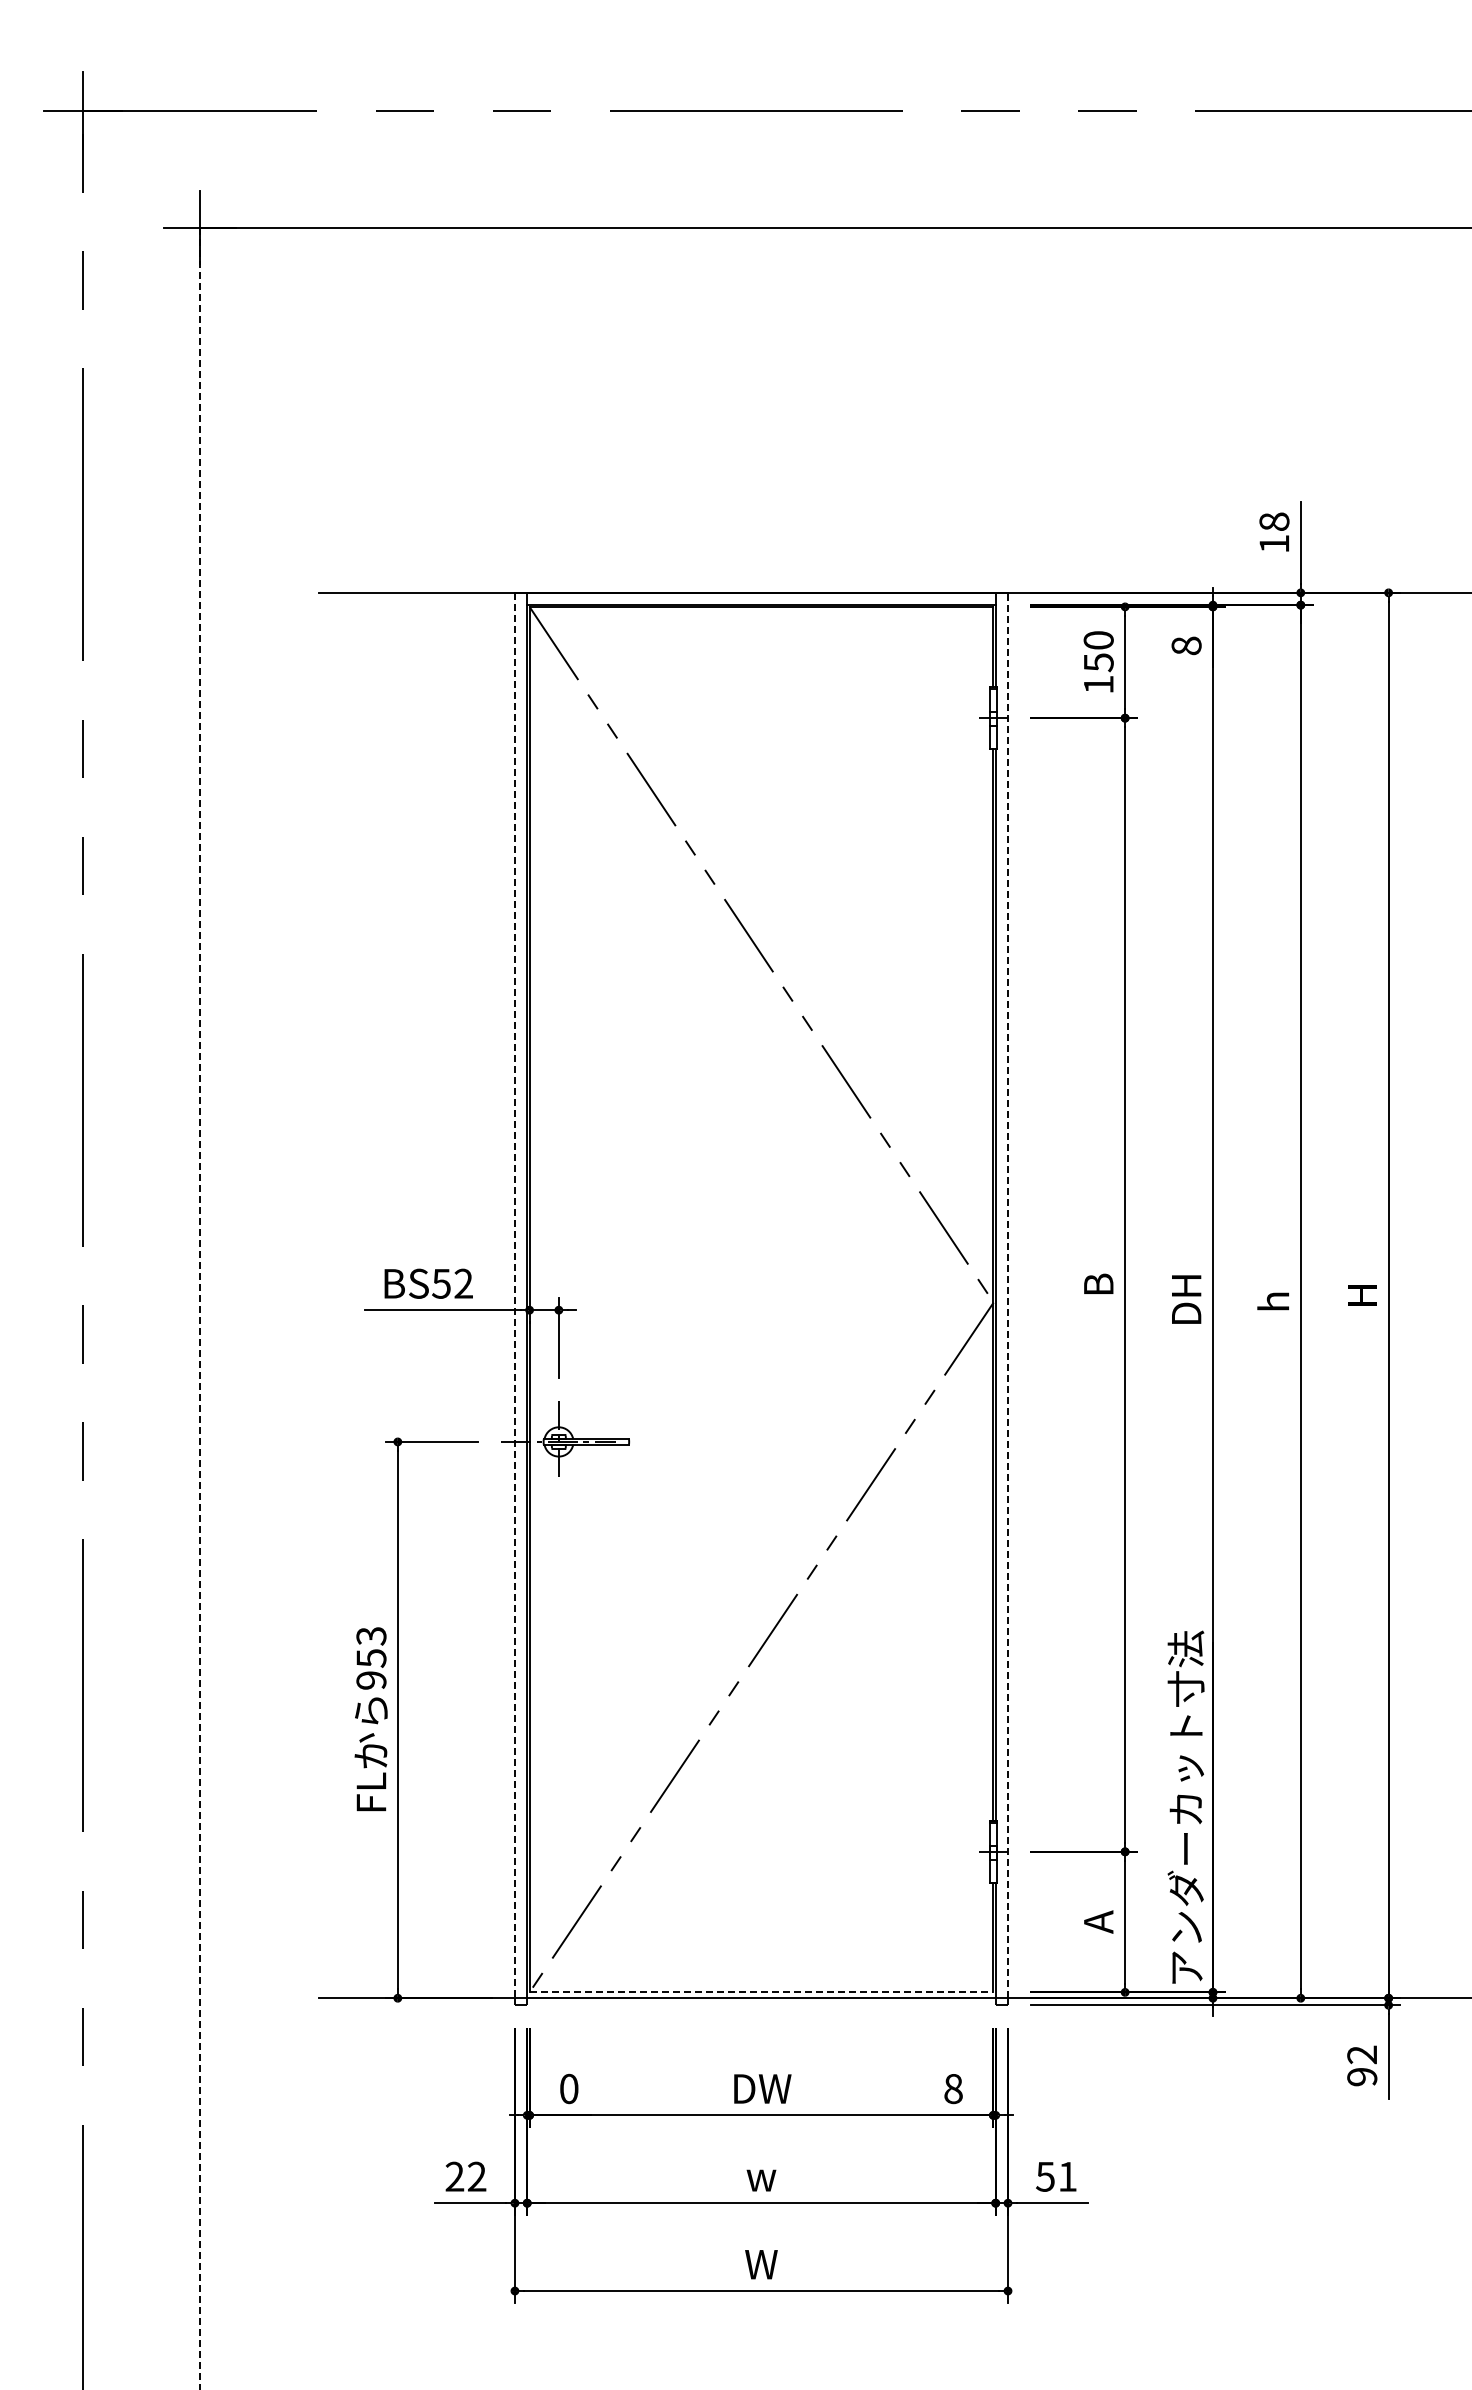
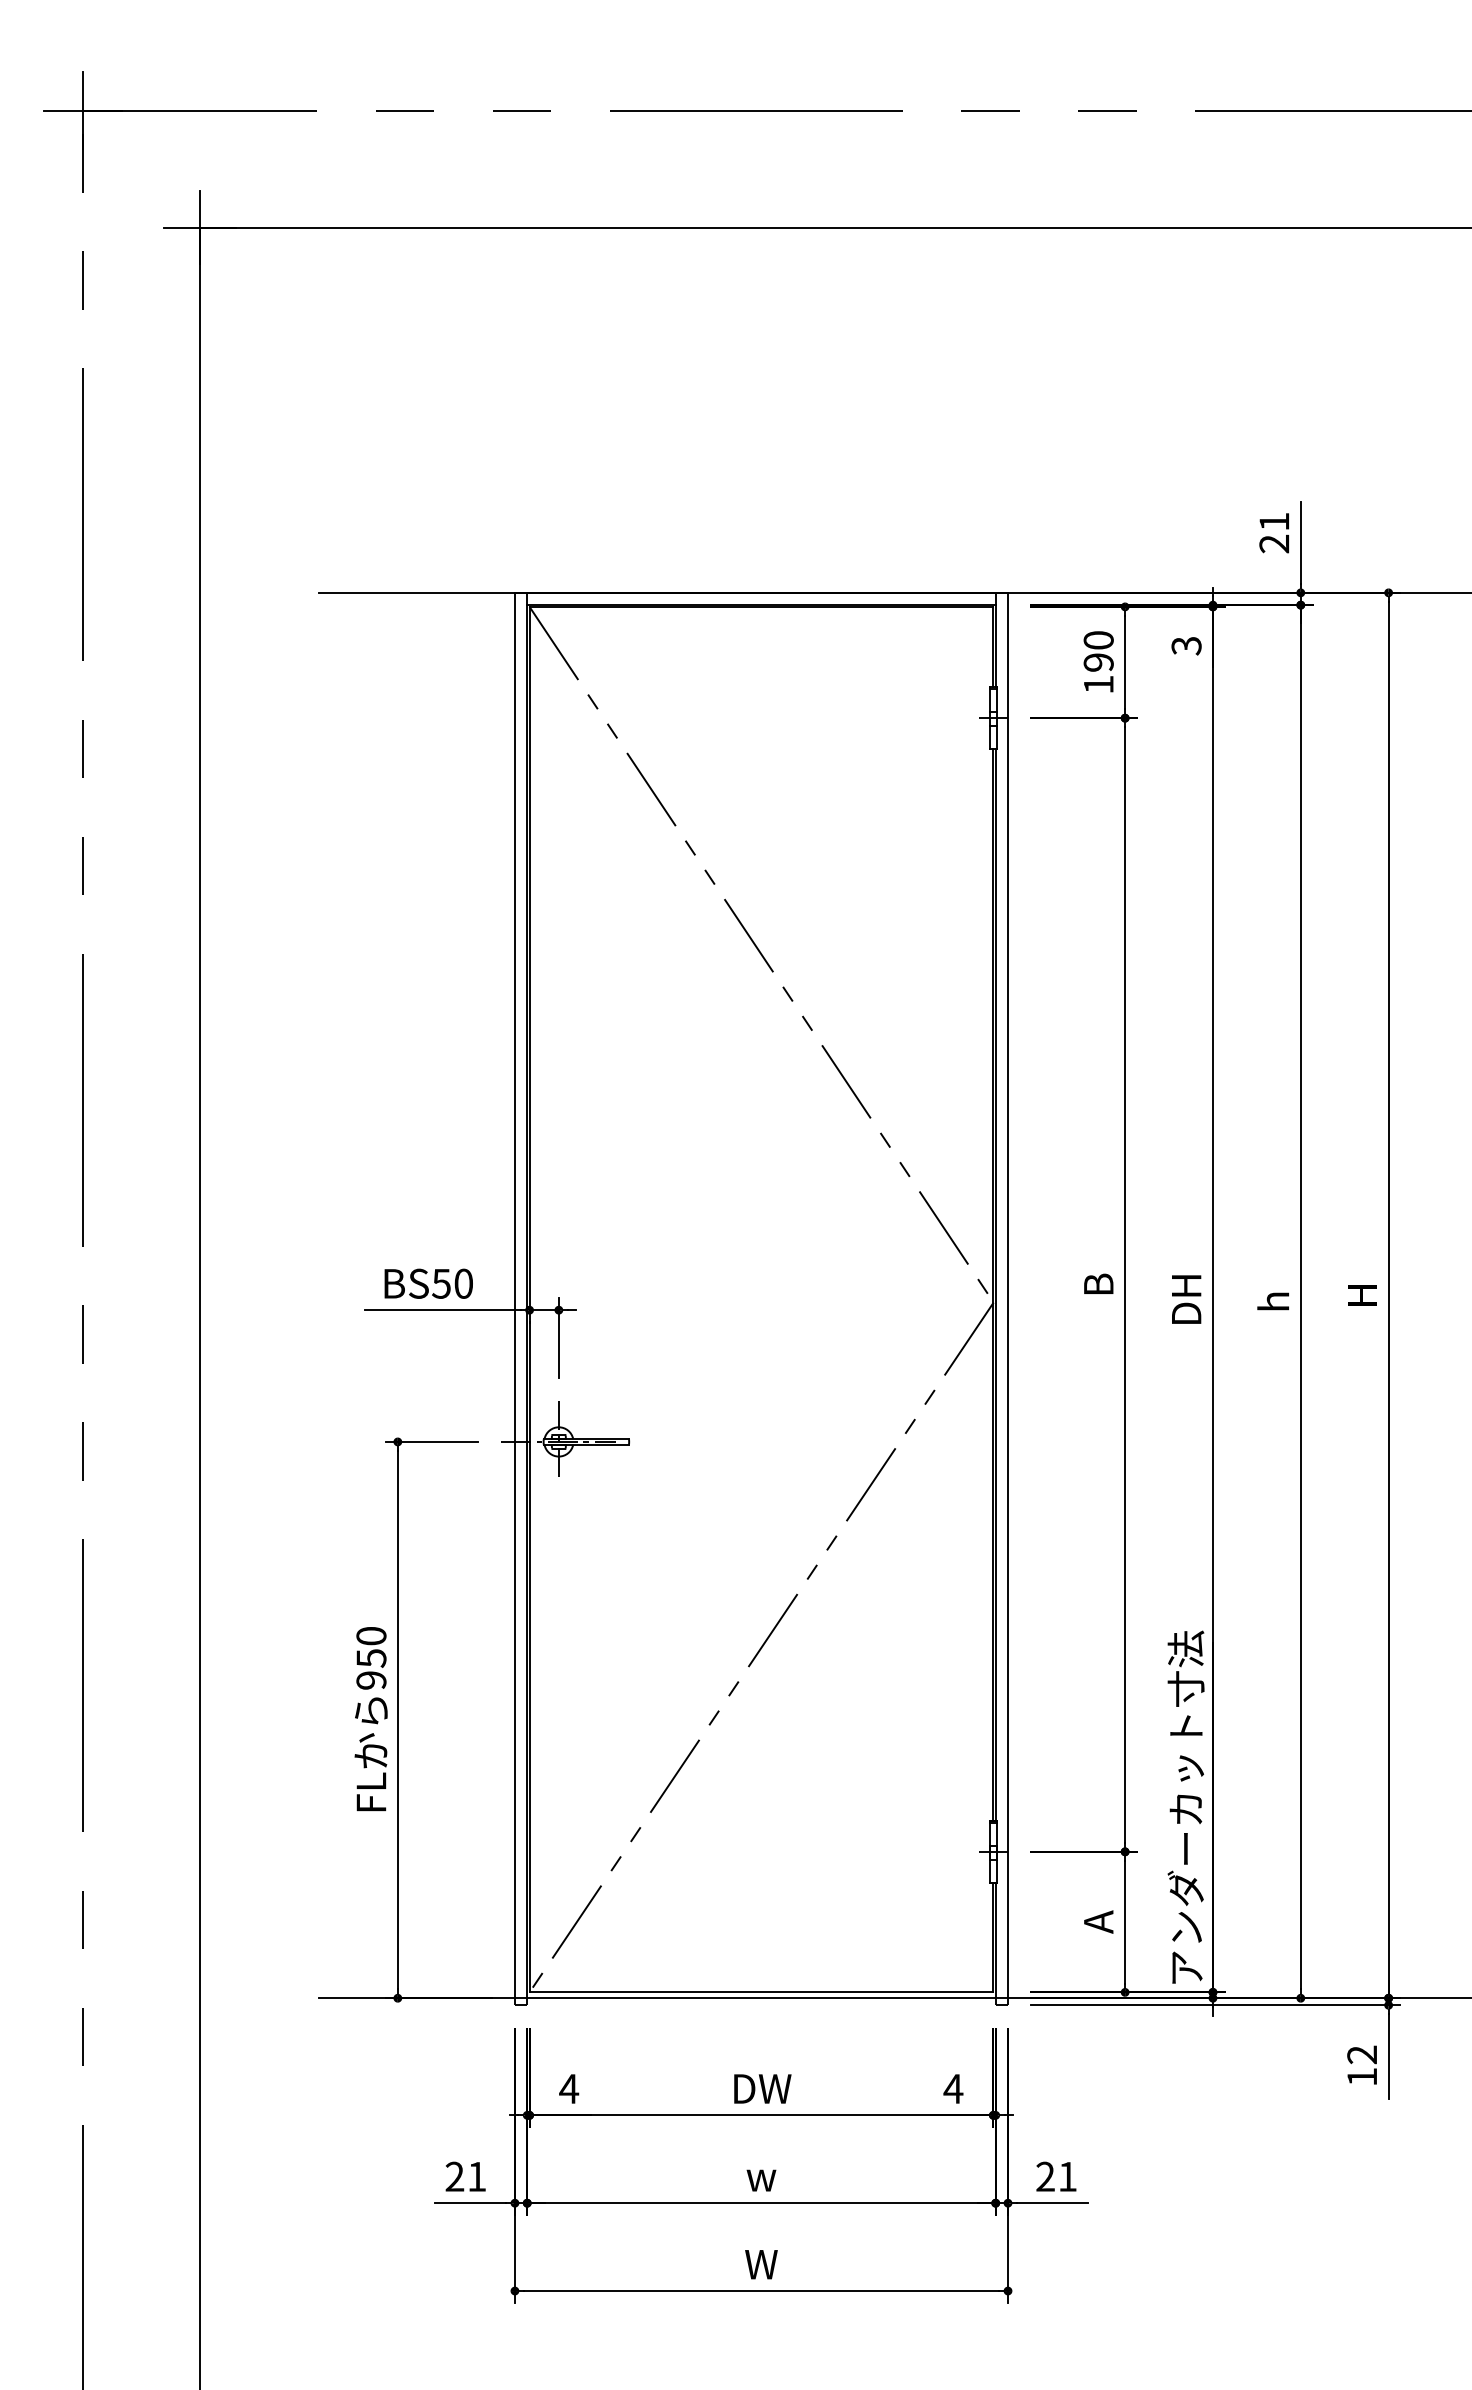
text at (1274, 532): 18 -> 21
text at (1186, 645): 8 -> 3
text at (1098, 662): 150 -> 190
text at (463, 1283): BS52 -> BS50
line at (514, 1295): dashed -> solid
line at (1008, 1295): dashed -> solid
line at (199, 1308): dashed -> solid
text at (371, 1636): 953 -> 950
line at (761, 1992): dashed -> solid
text at (1362, 2077): 92 -> 12
text at (569, 2088): 0 -> 4
text at (953, 2089): 8 -> 4
text at (477, 2176): 22 -> 21
text at (1045, 2176): 51 -> 21
